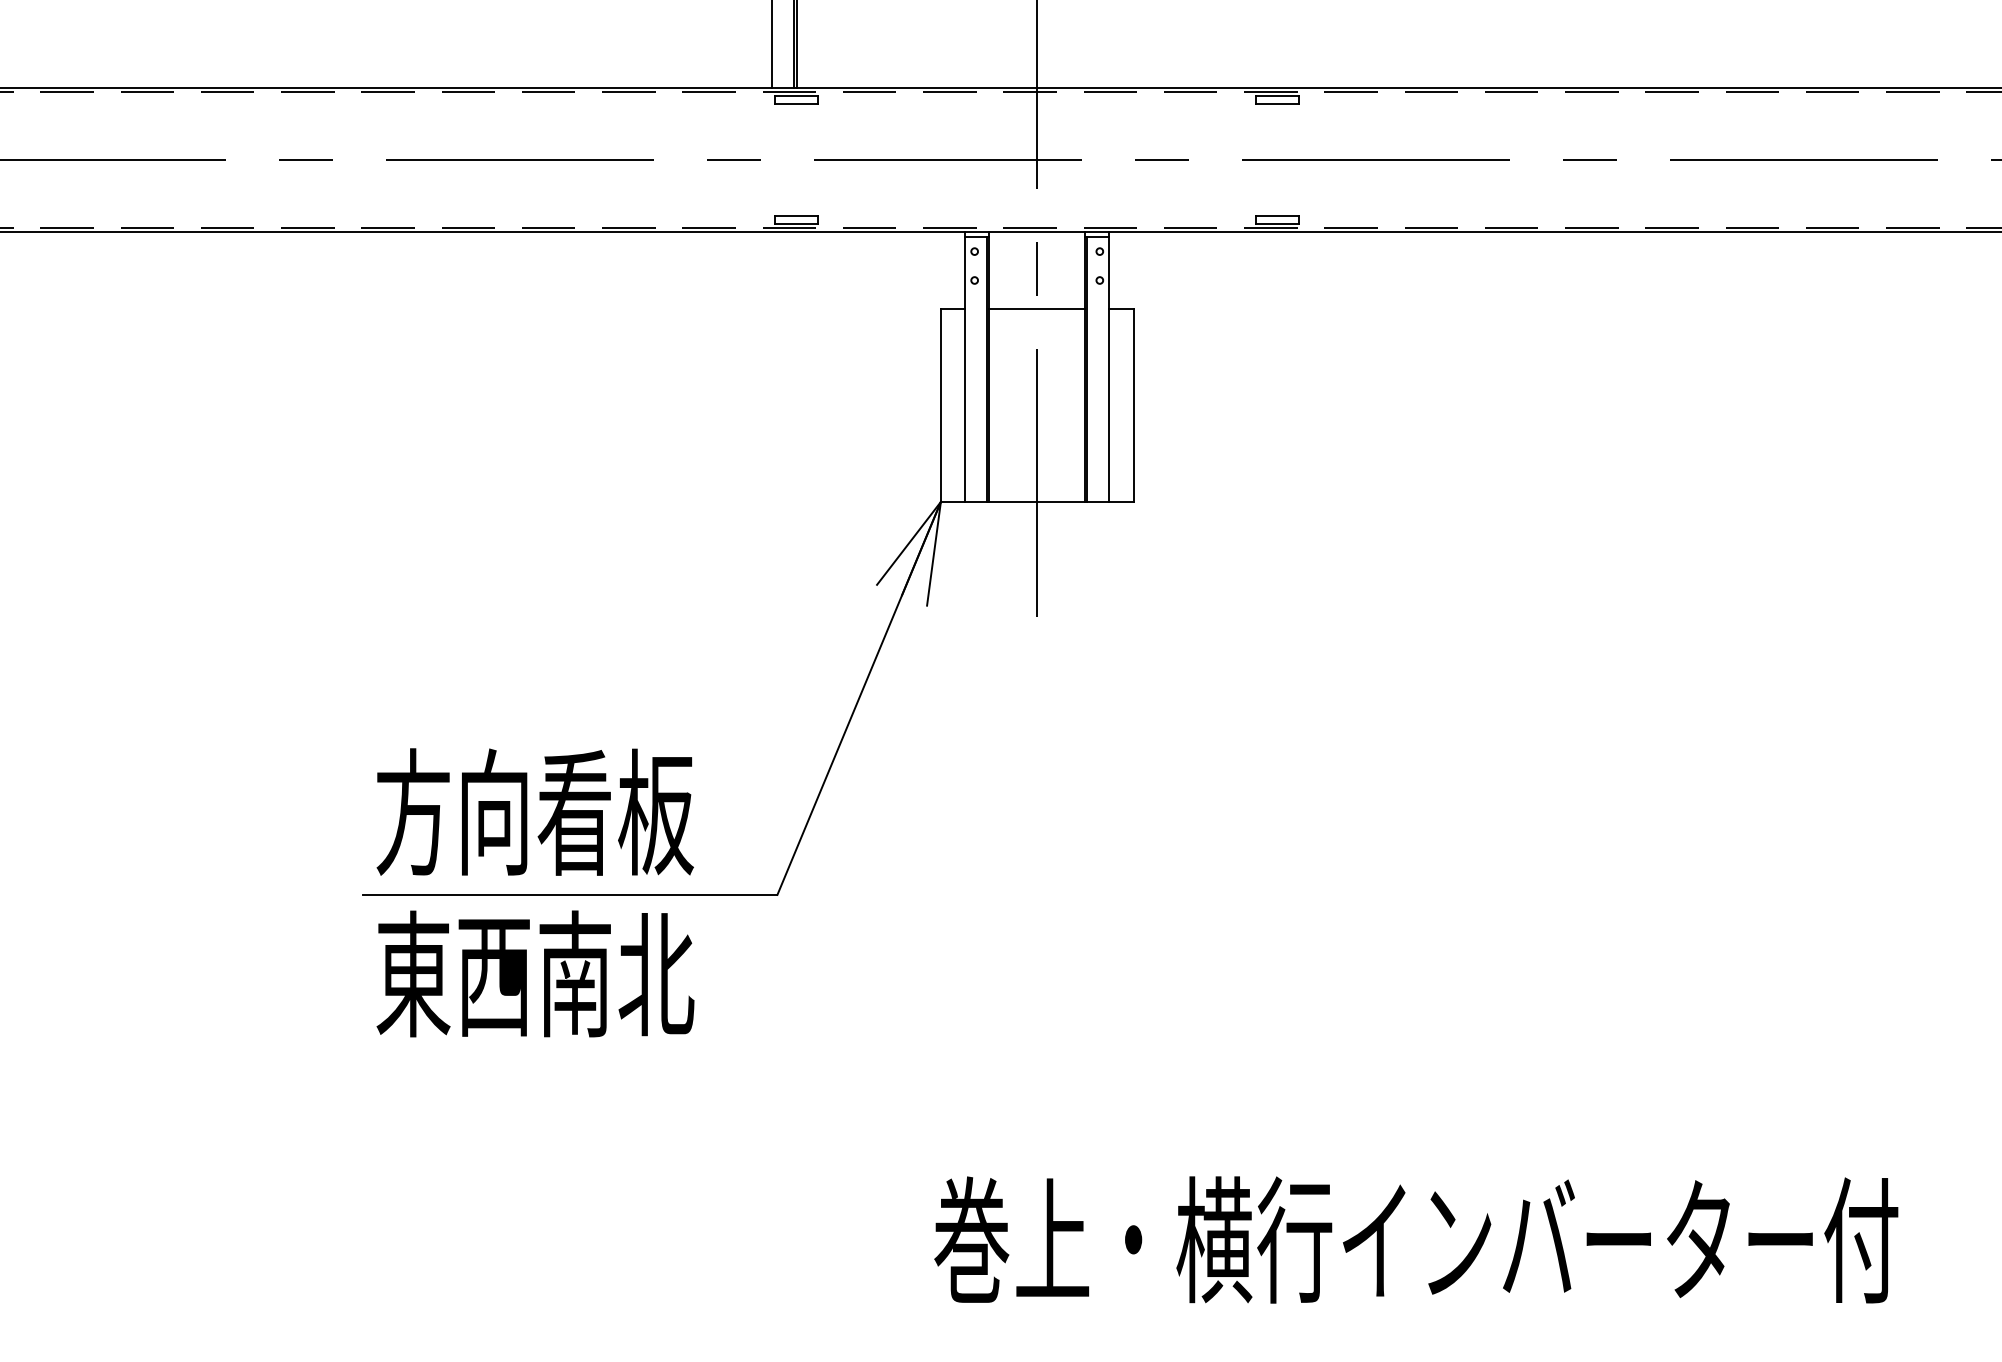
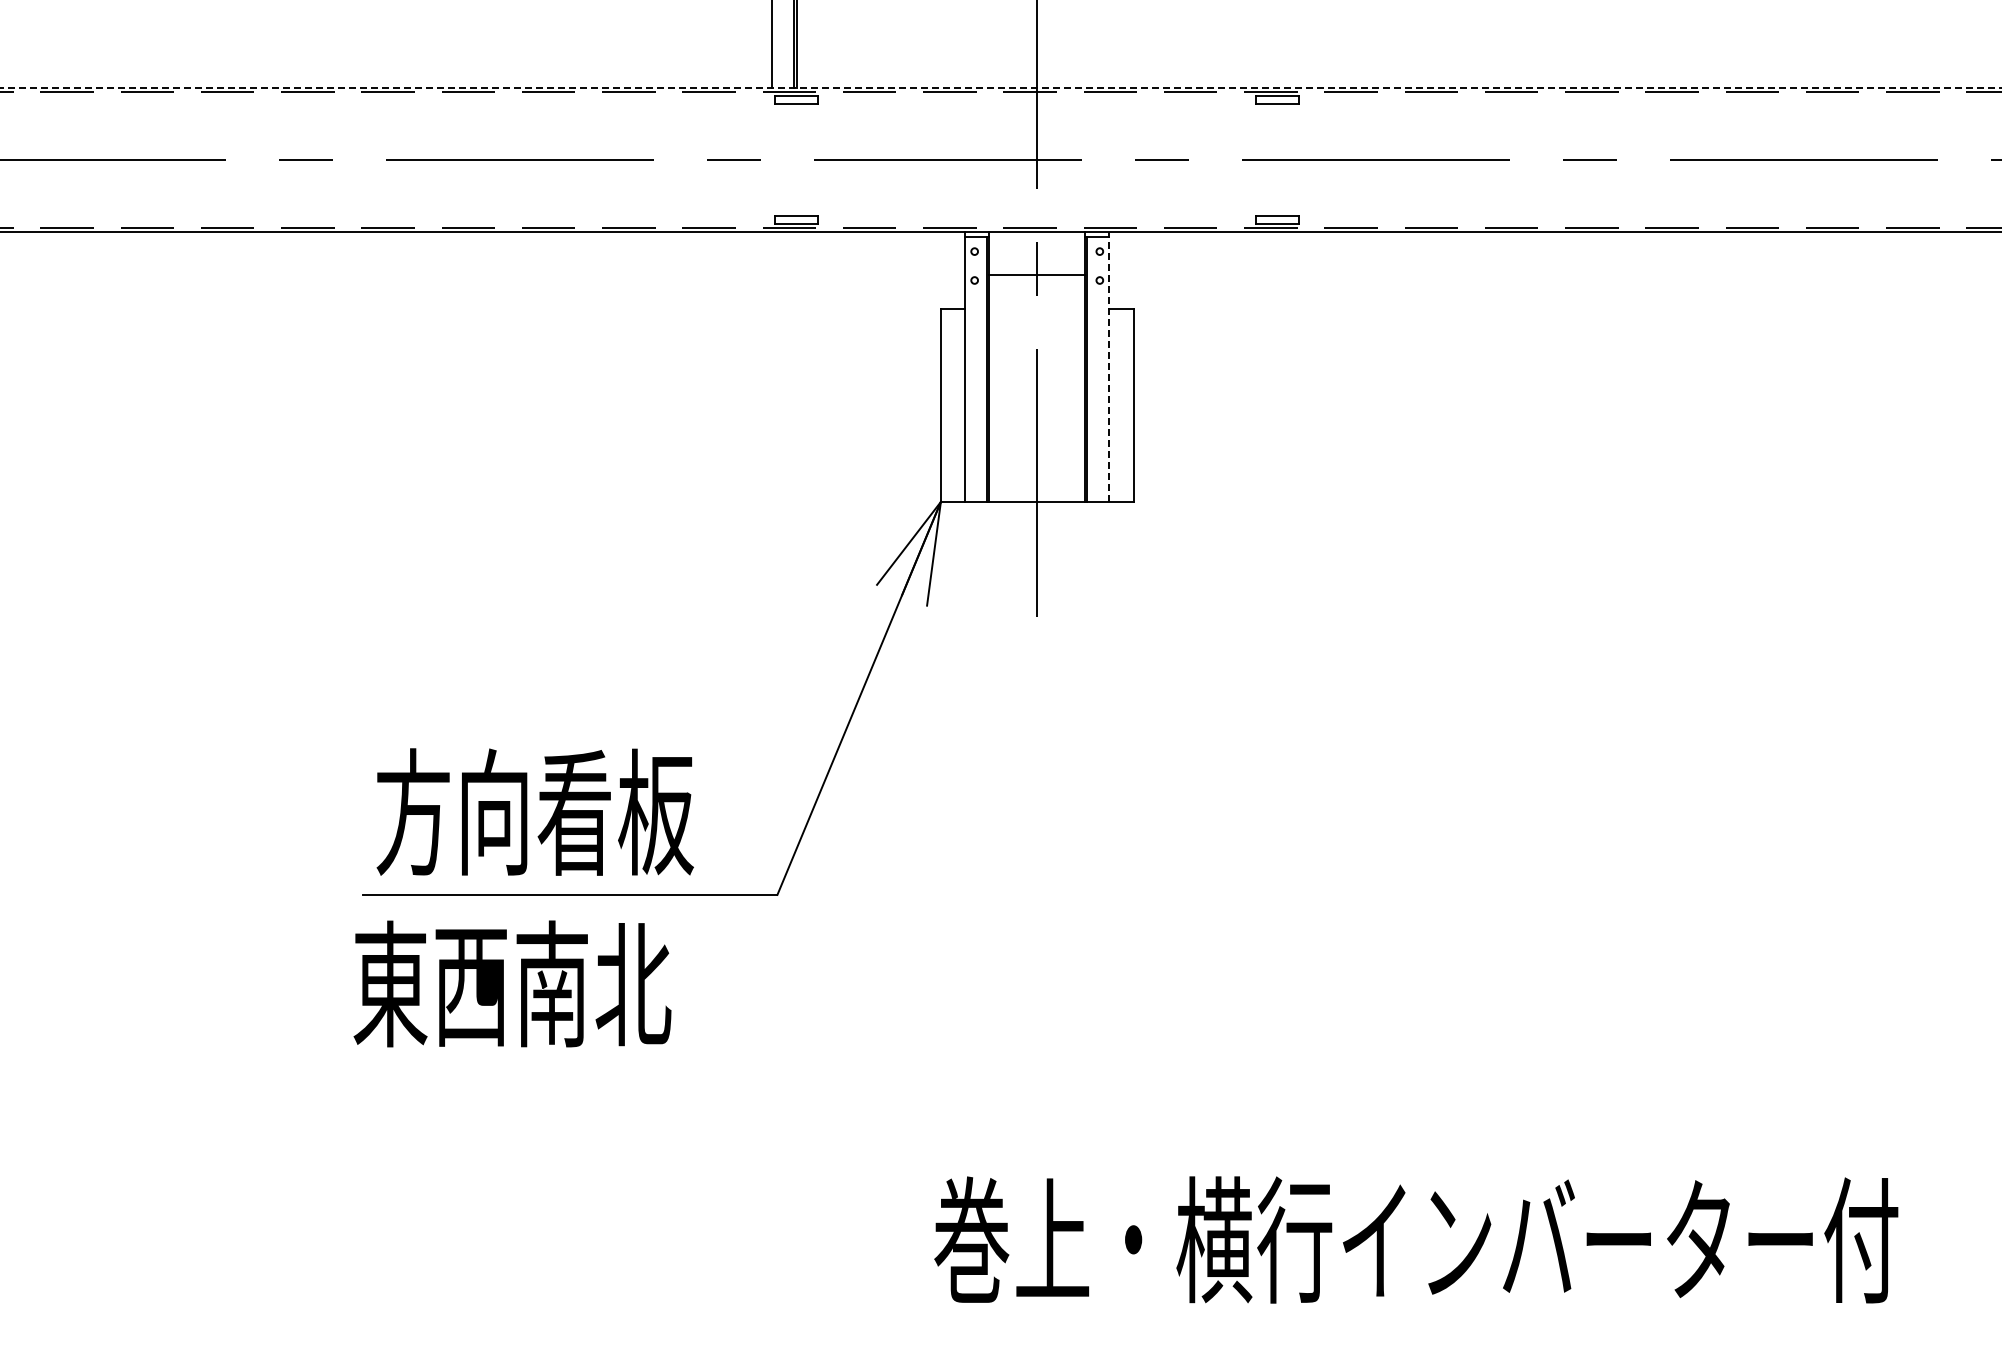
line at (1001, 87): solid -> dashed
line at (1037, 309) position: (1037, 309) -> (1037, 275)
line at (1109, 367): solid -> dashed
text at (535, 973) position: (535, 973) -> (512, 983)
